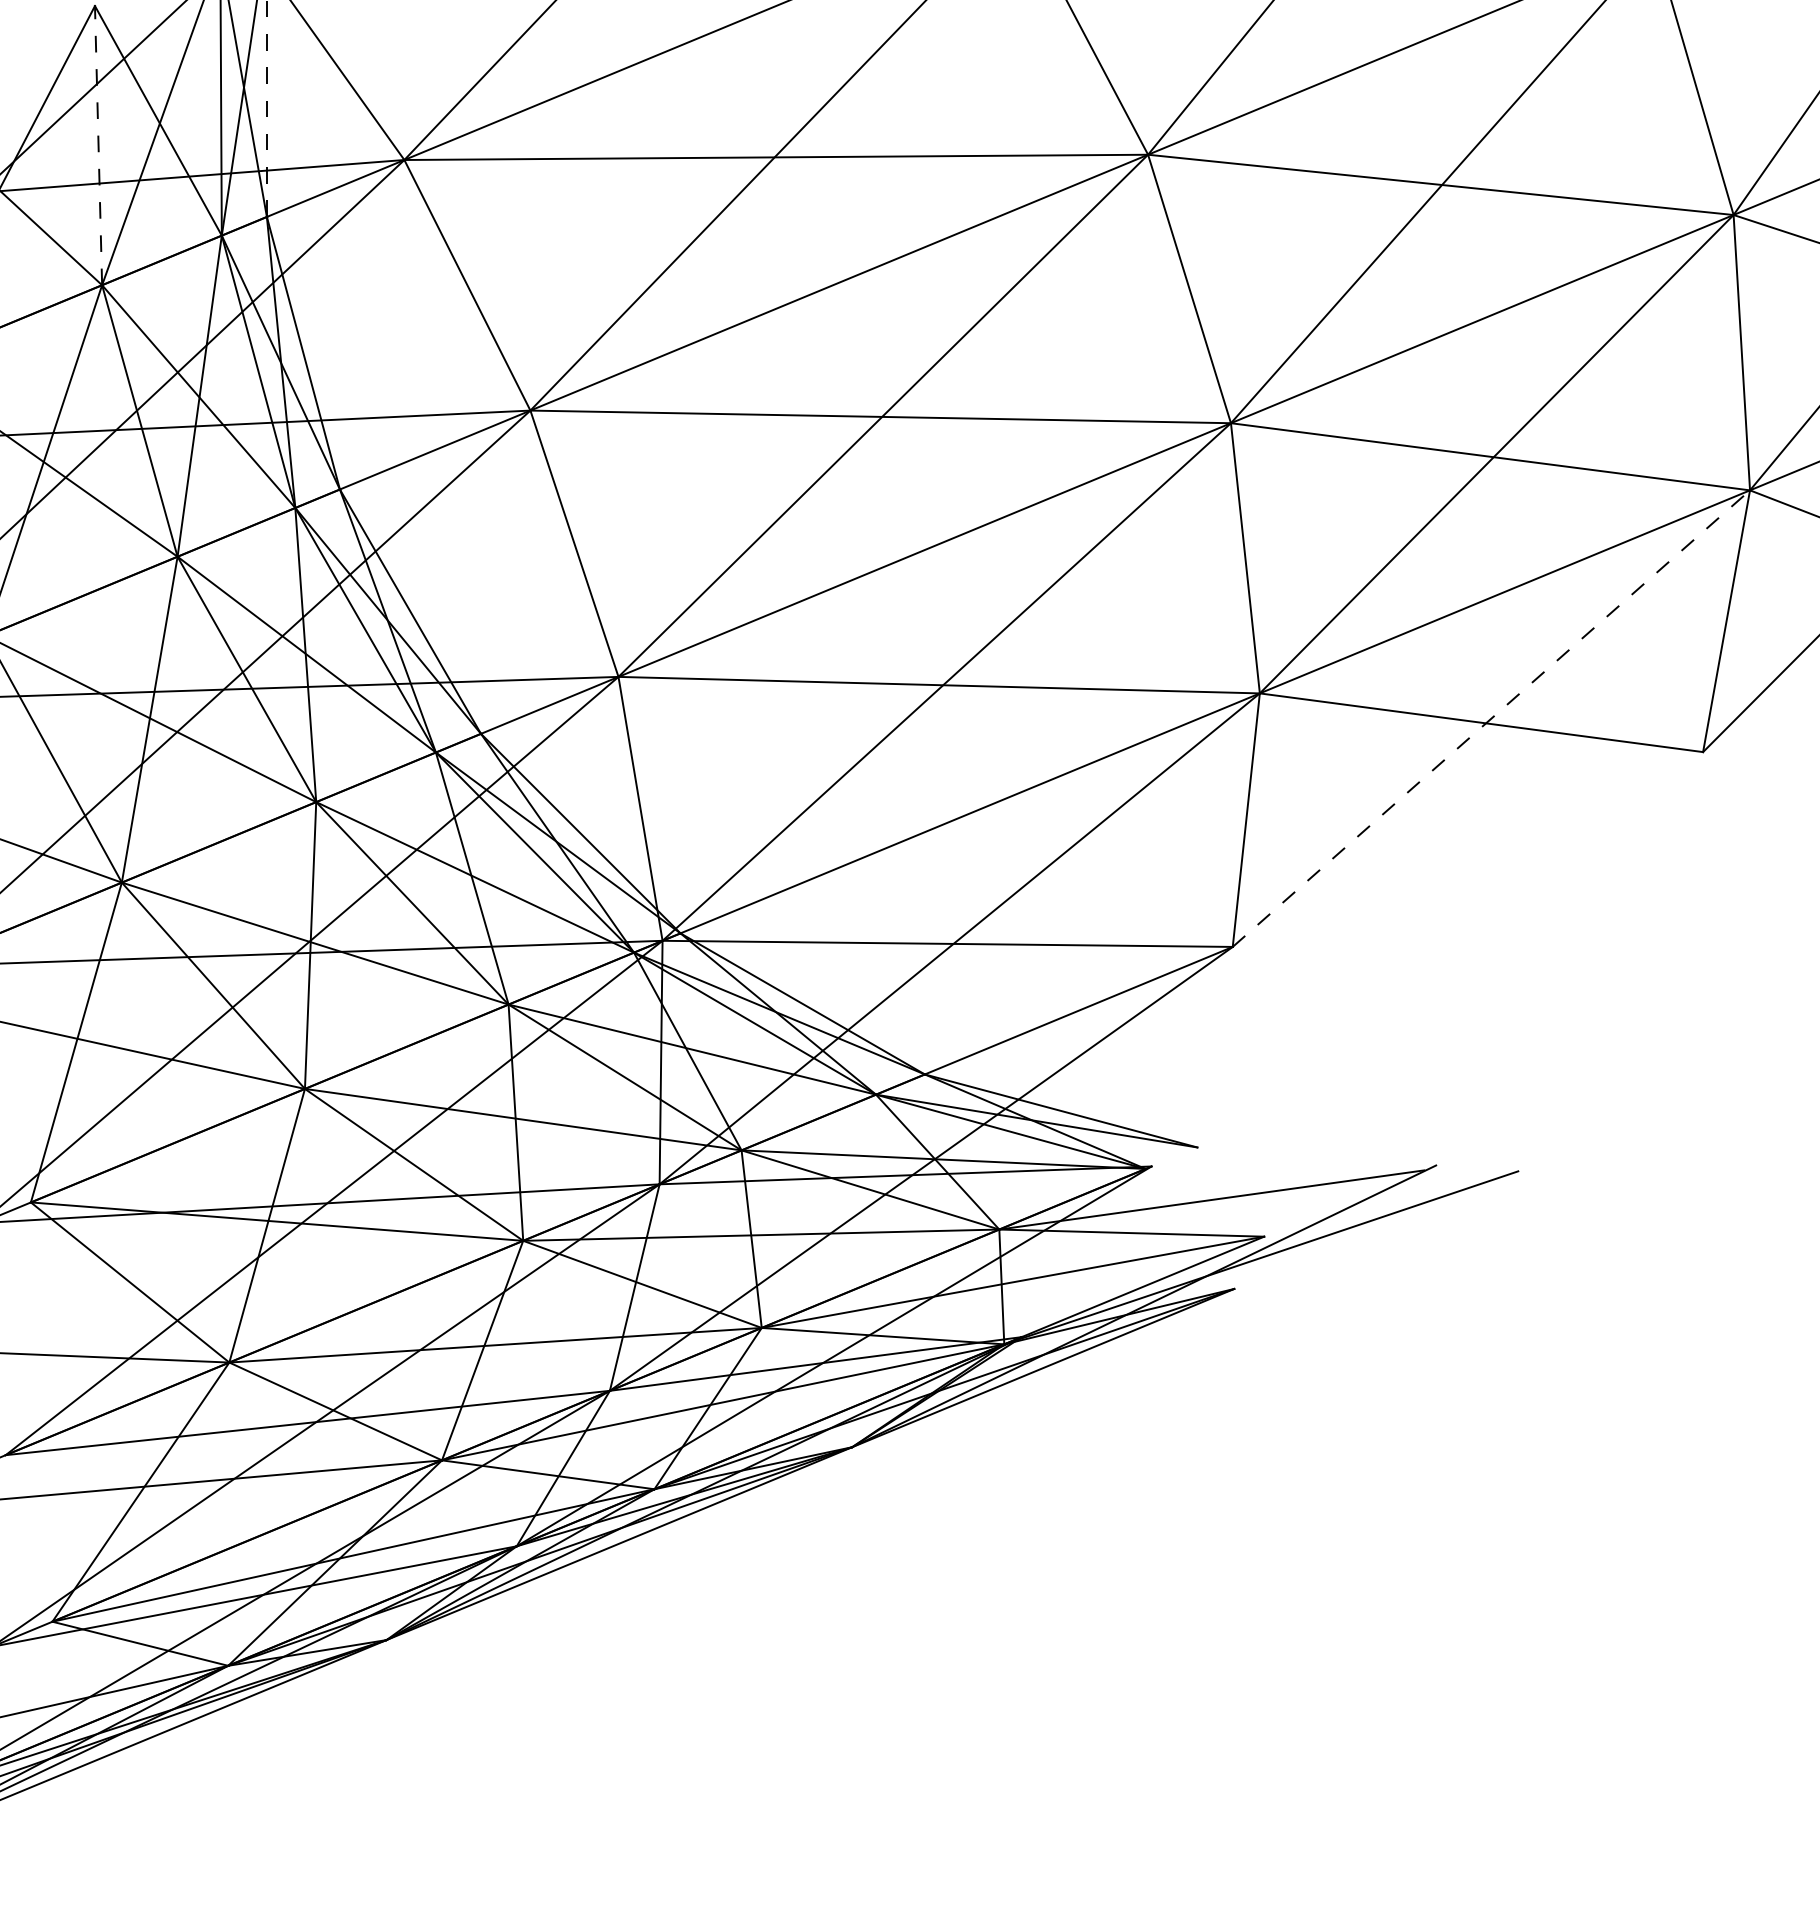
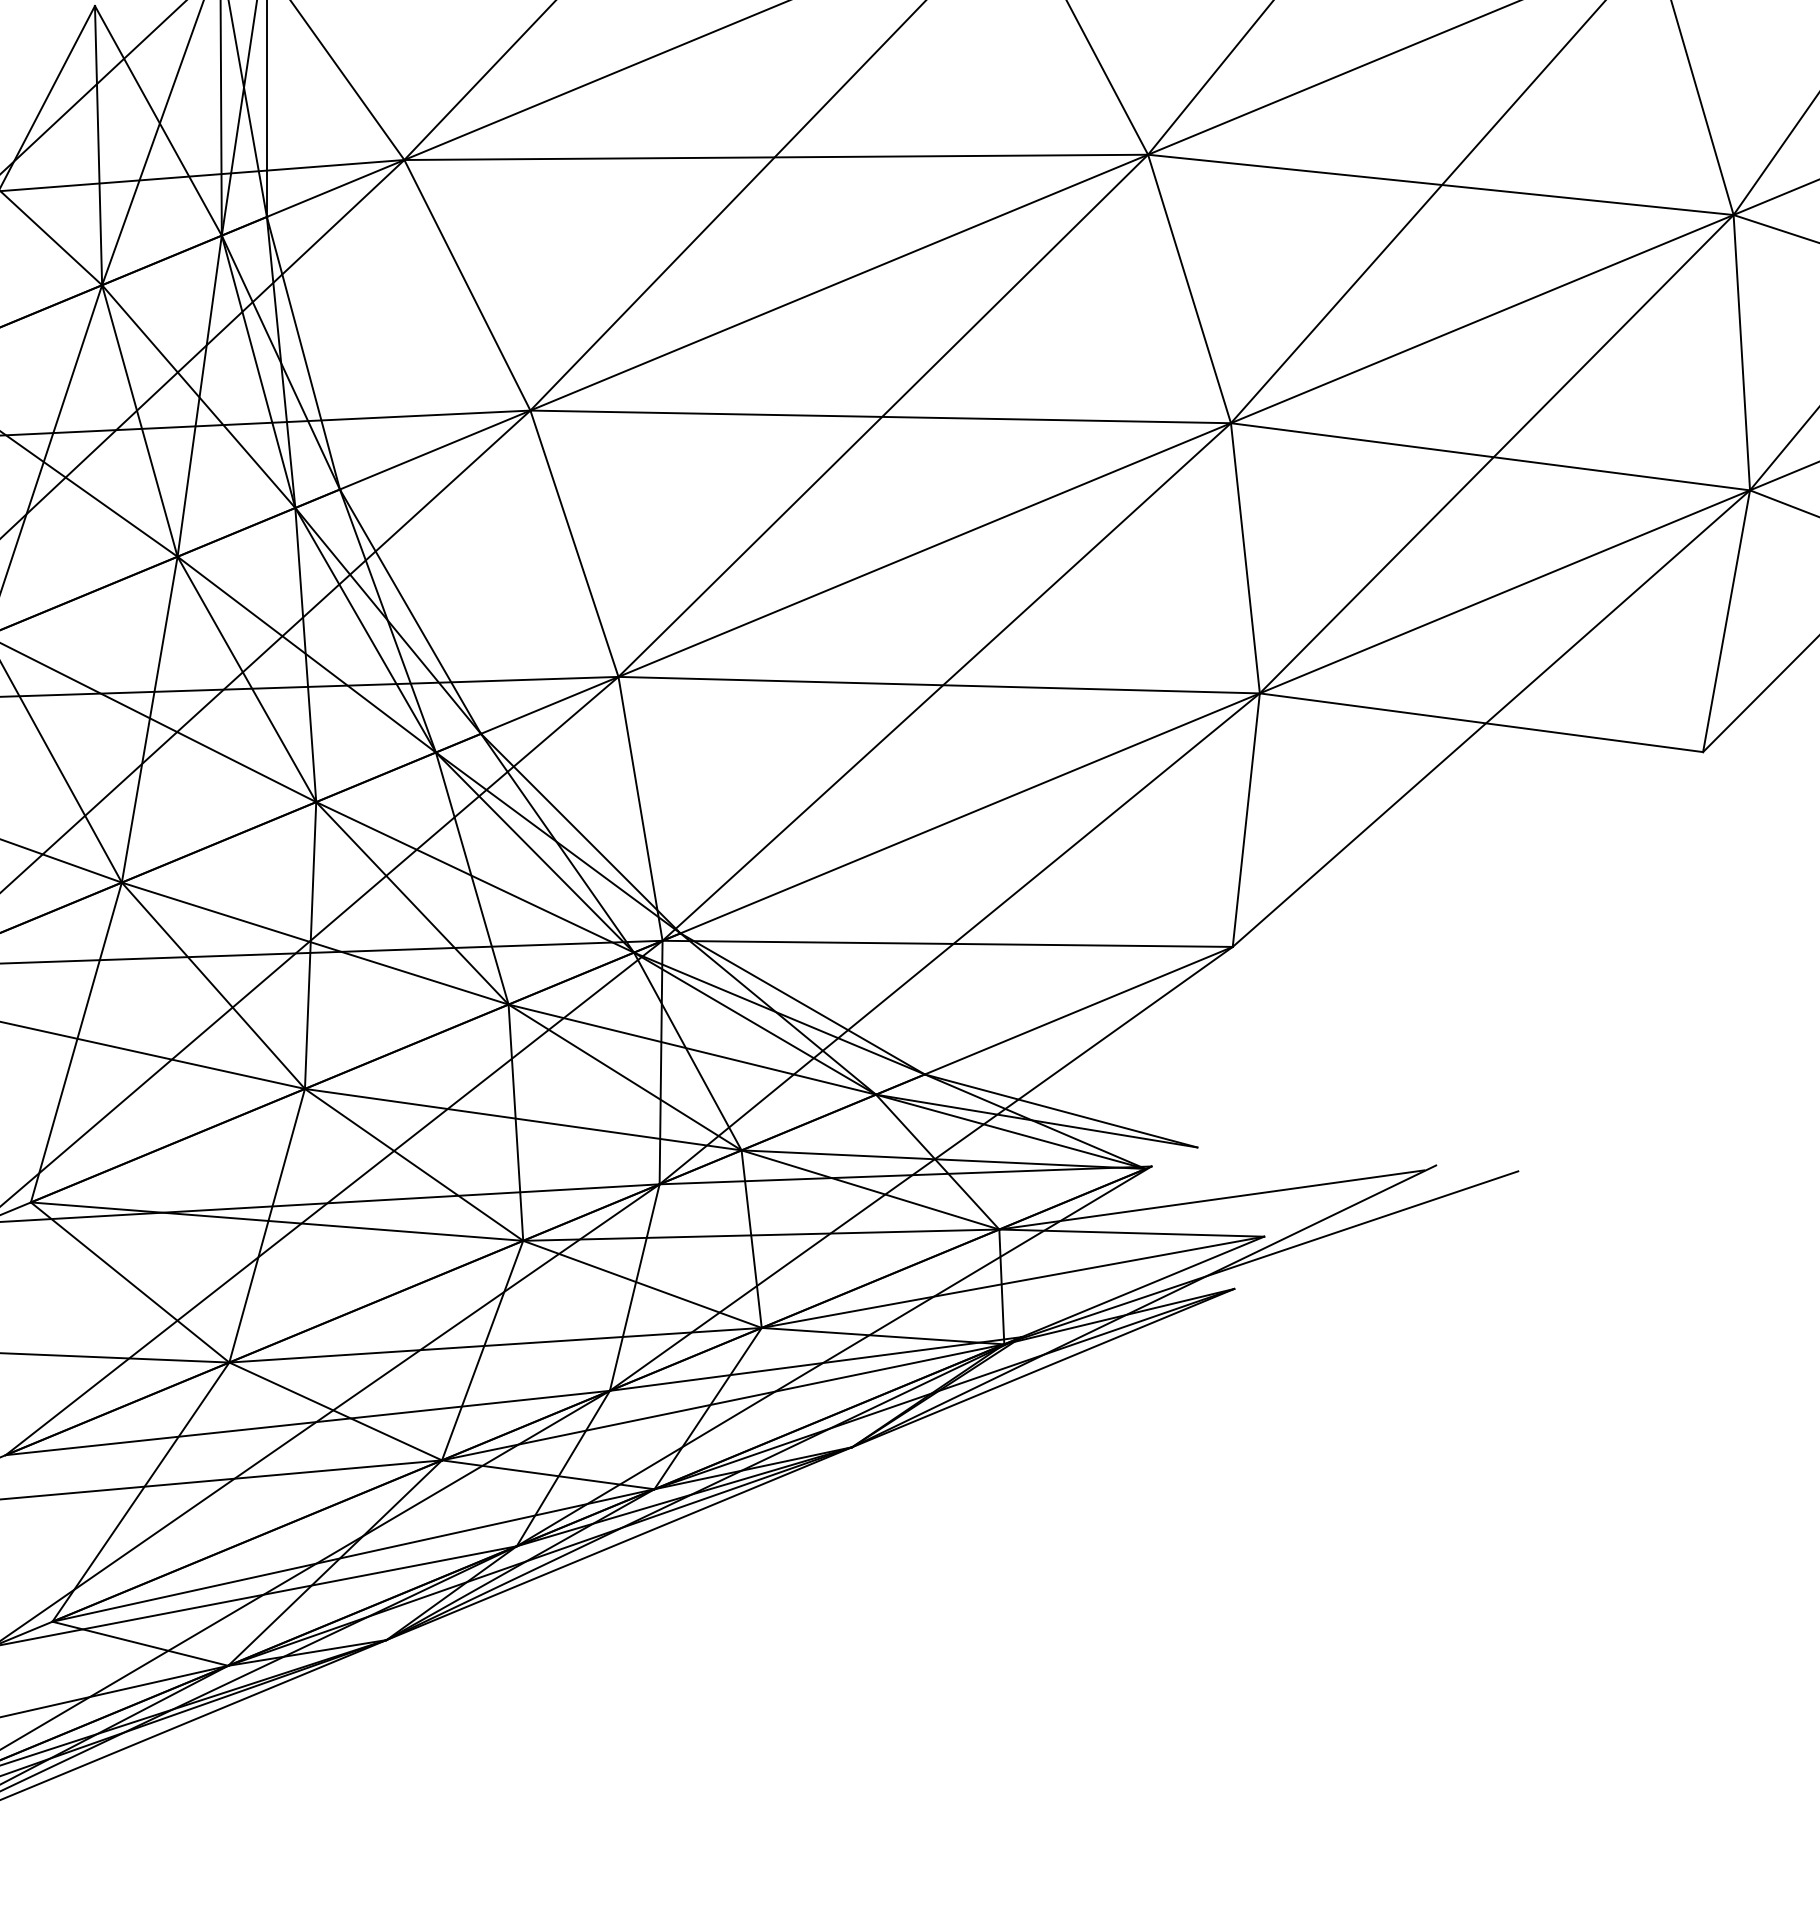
line at (266, 108): dashed -> solid
line at (98, 145): dashed -> solid
line at (1491, 718): dashed -> solid
